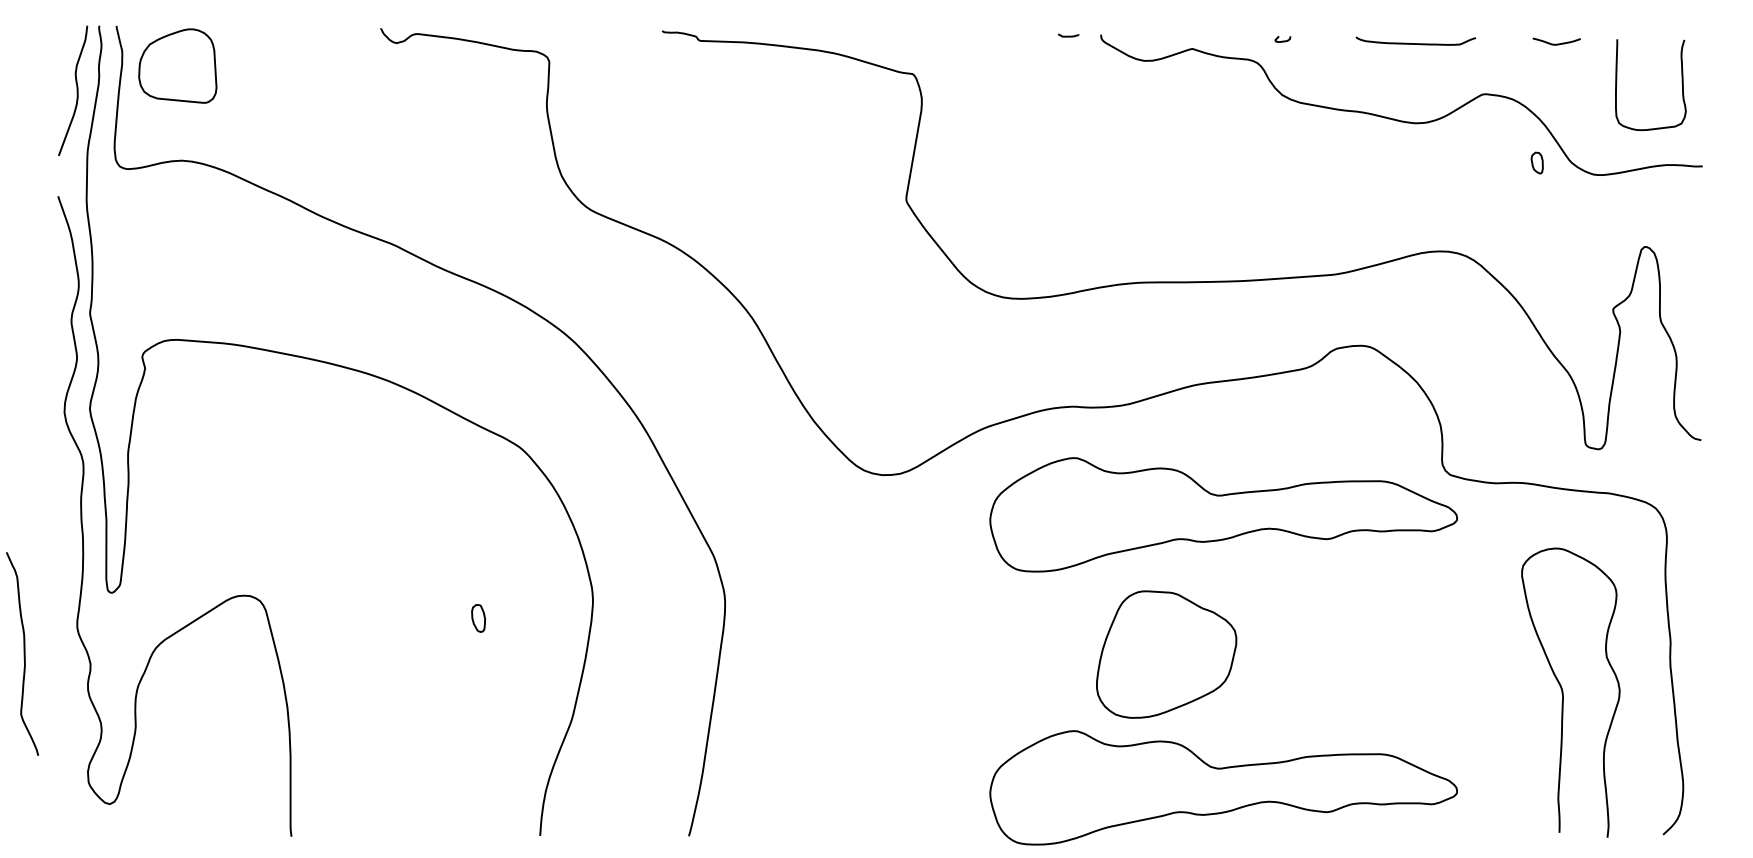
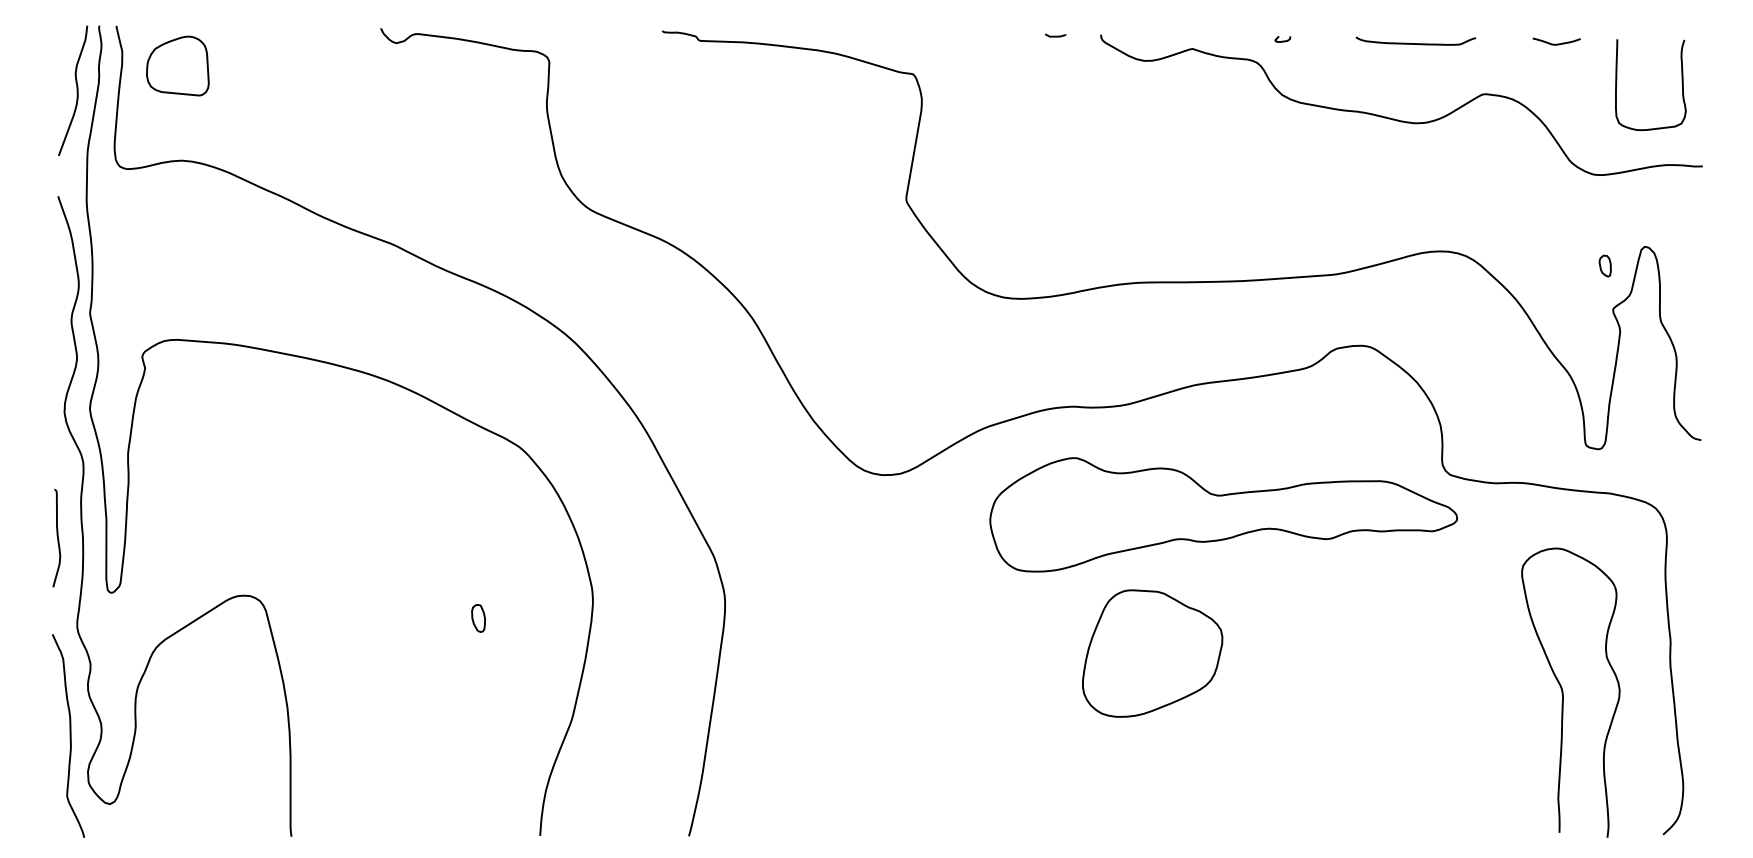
curve at (1068, 35) position: (1068, 35) -> (1055, 35)
part at (177, 65) size: 80x76 px -> 64x62 px
part at (1536, 162) position: (1536, 162) -> (1604, 265)
curve at (56, 536): none -> present
curve at (23, 653) position: (23, 653) -> (69, 735)
part at (1166, 654) position: (1166, 654) -> (1152, 653)
part at (1223, 787): present -> none
